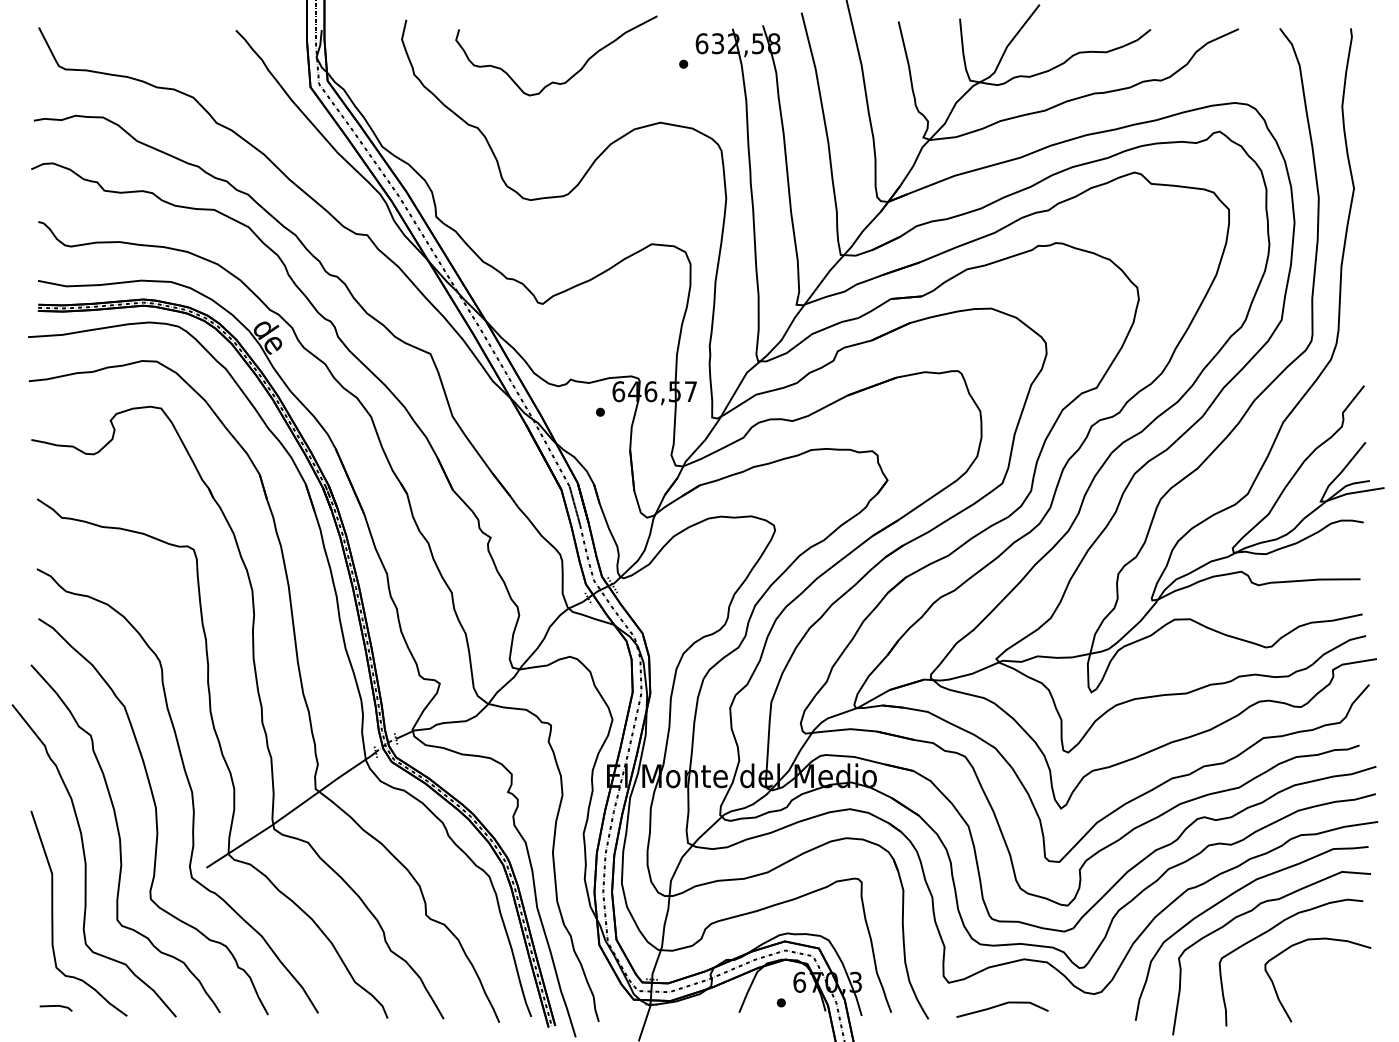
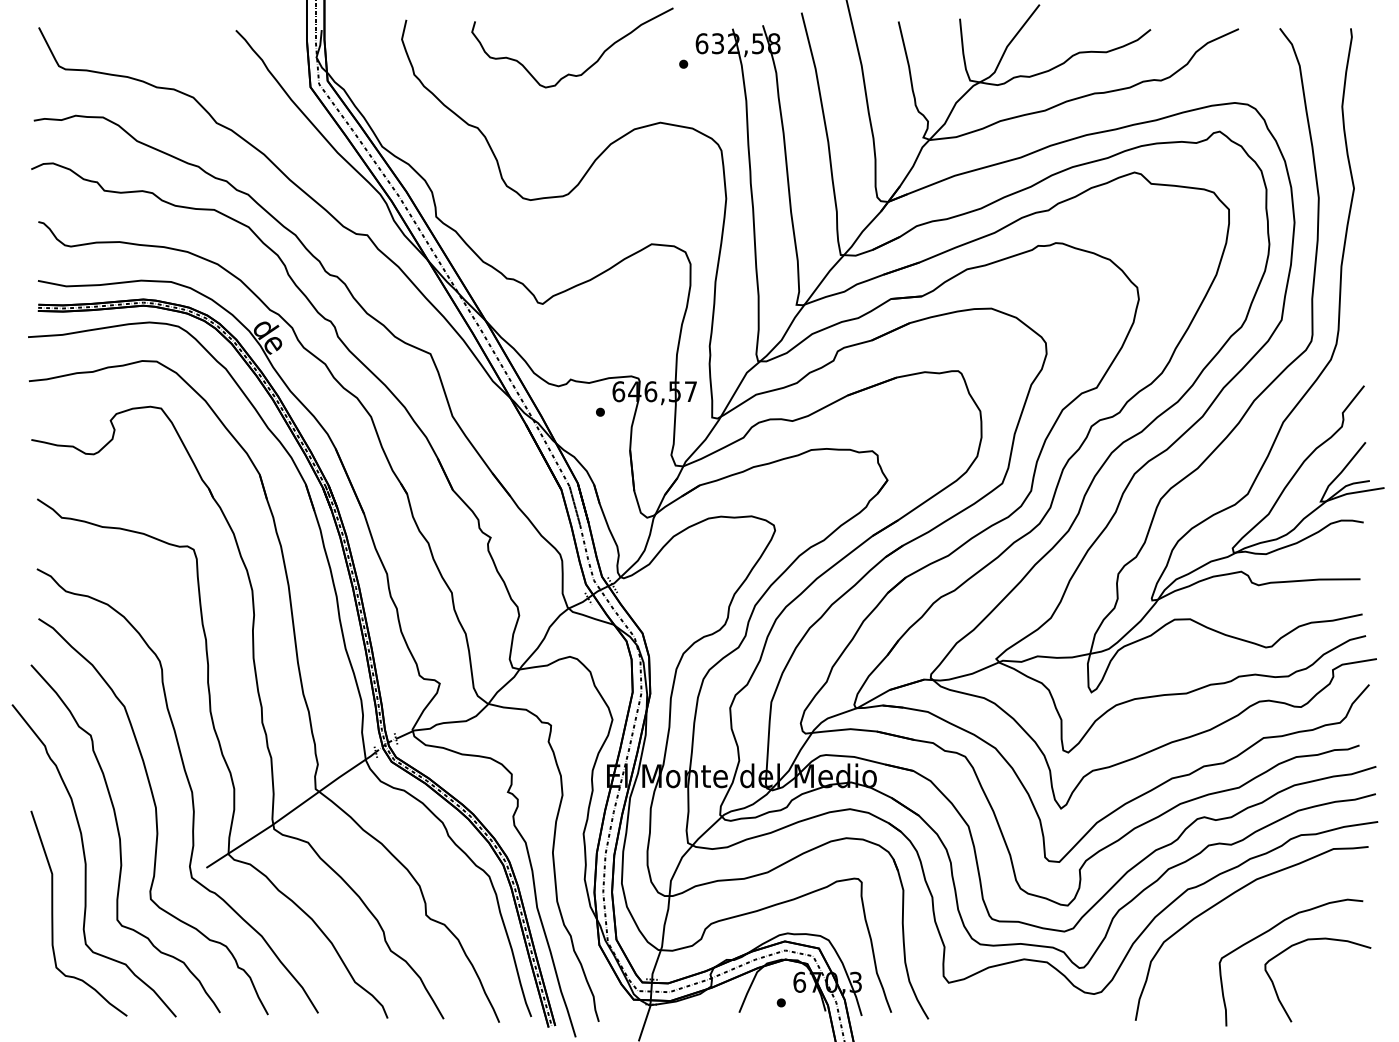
curve at (574, 73) position: (574, 73) -> (590, 65)
curve at (1252, 911): present -> none
line at (1002, 1005): present -> none
line at (55, 1006): present -> none
